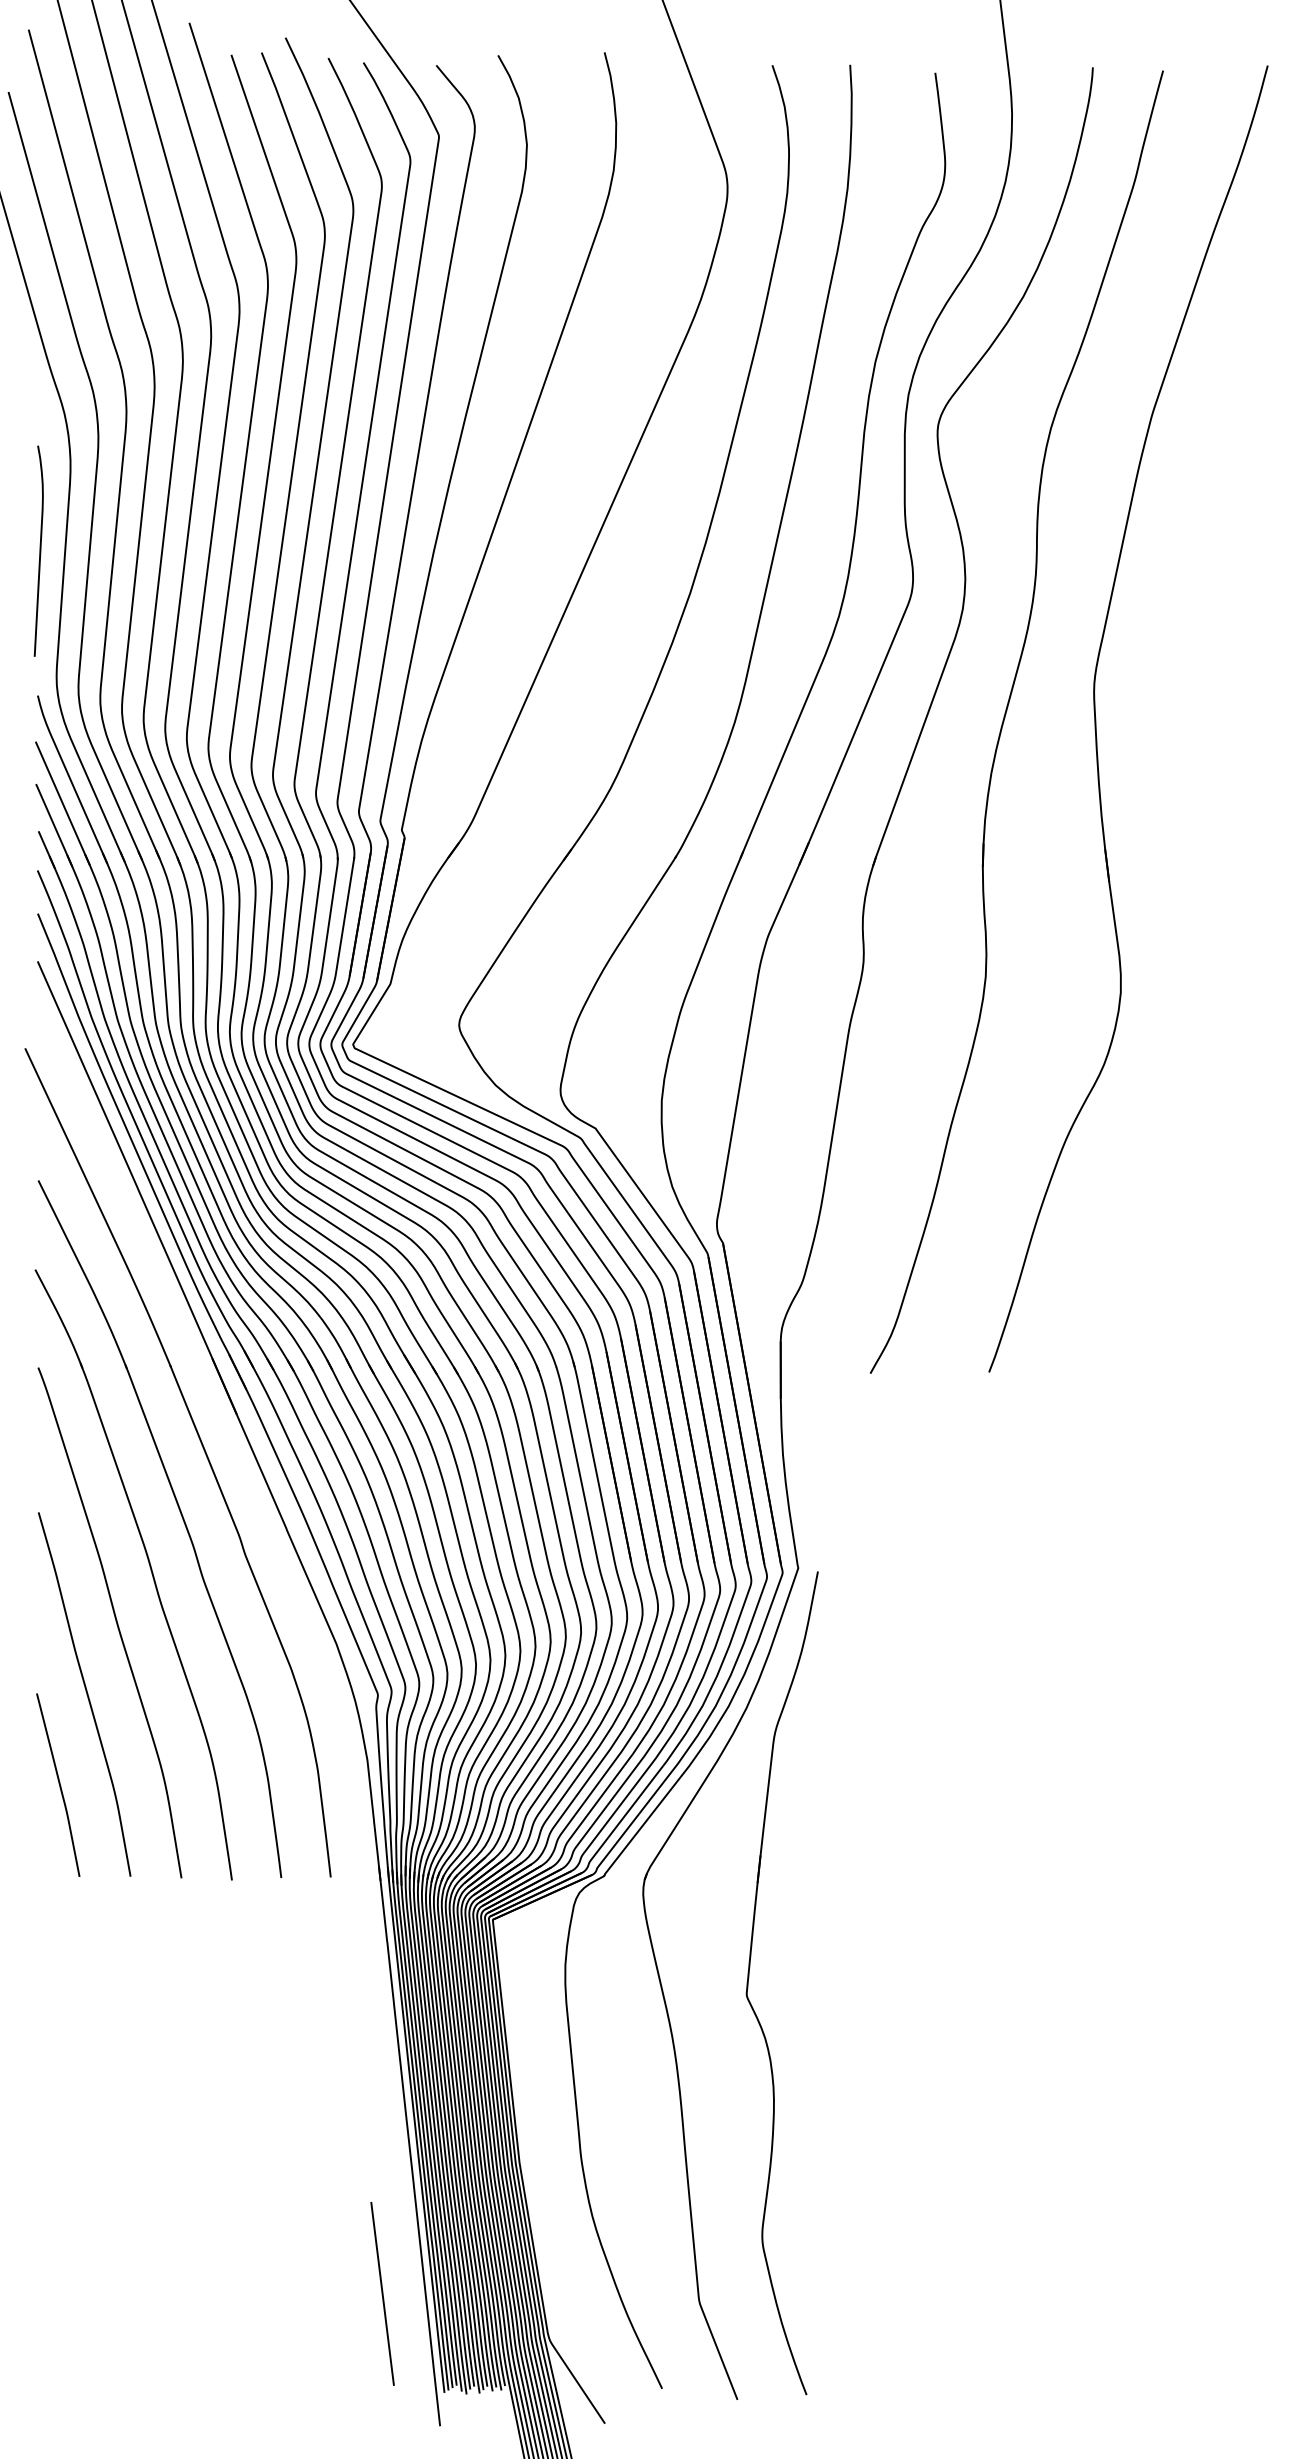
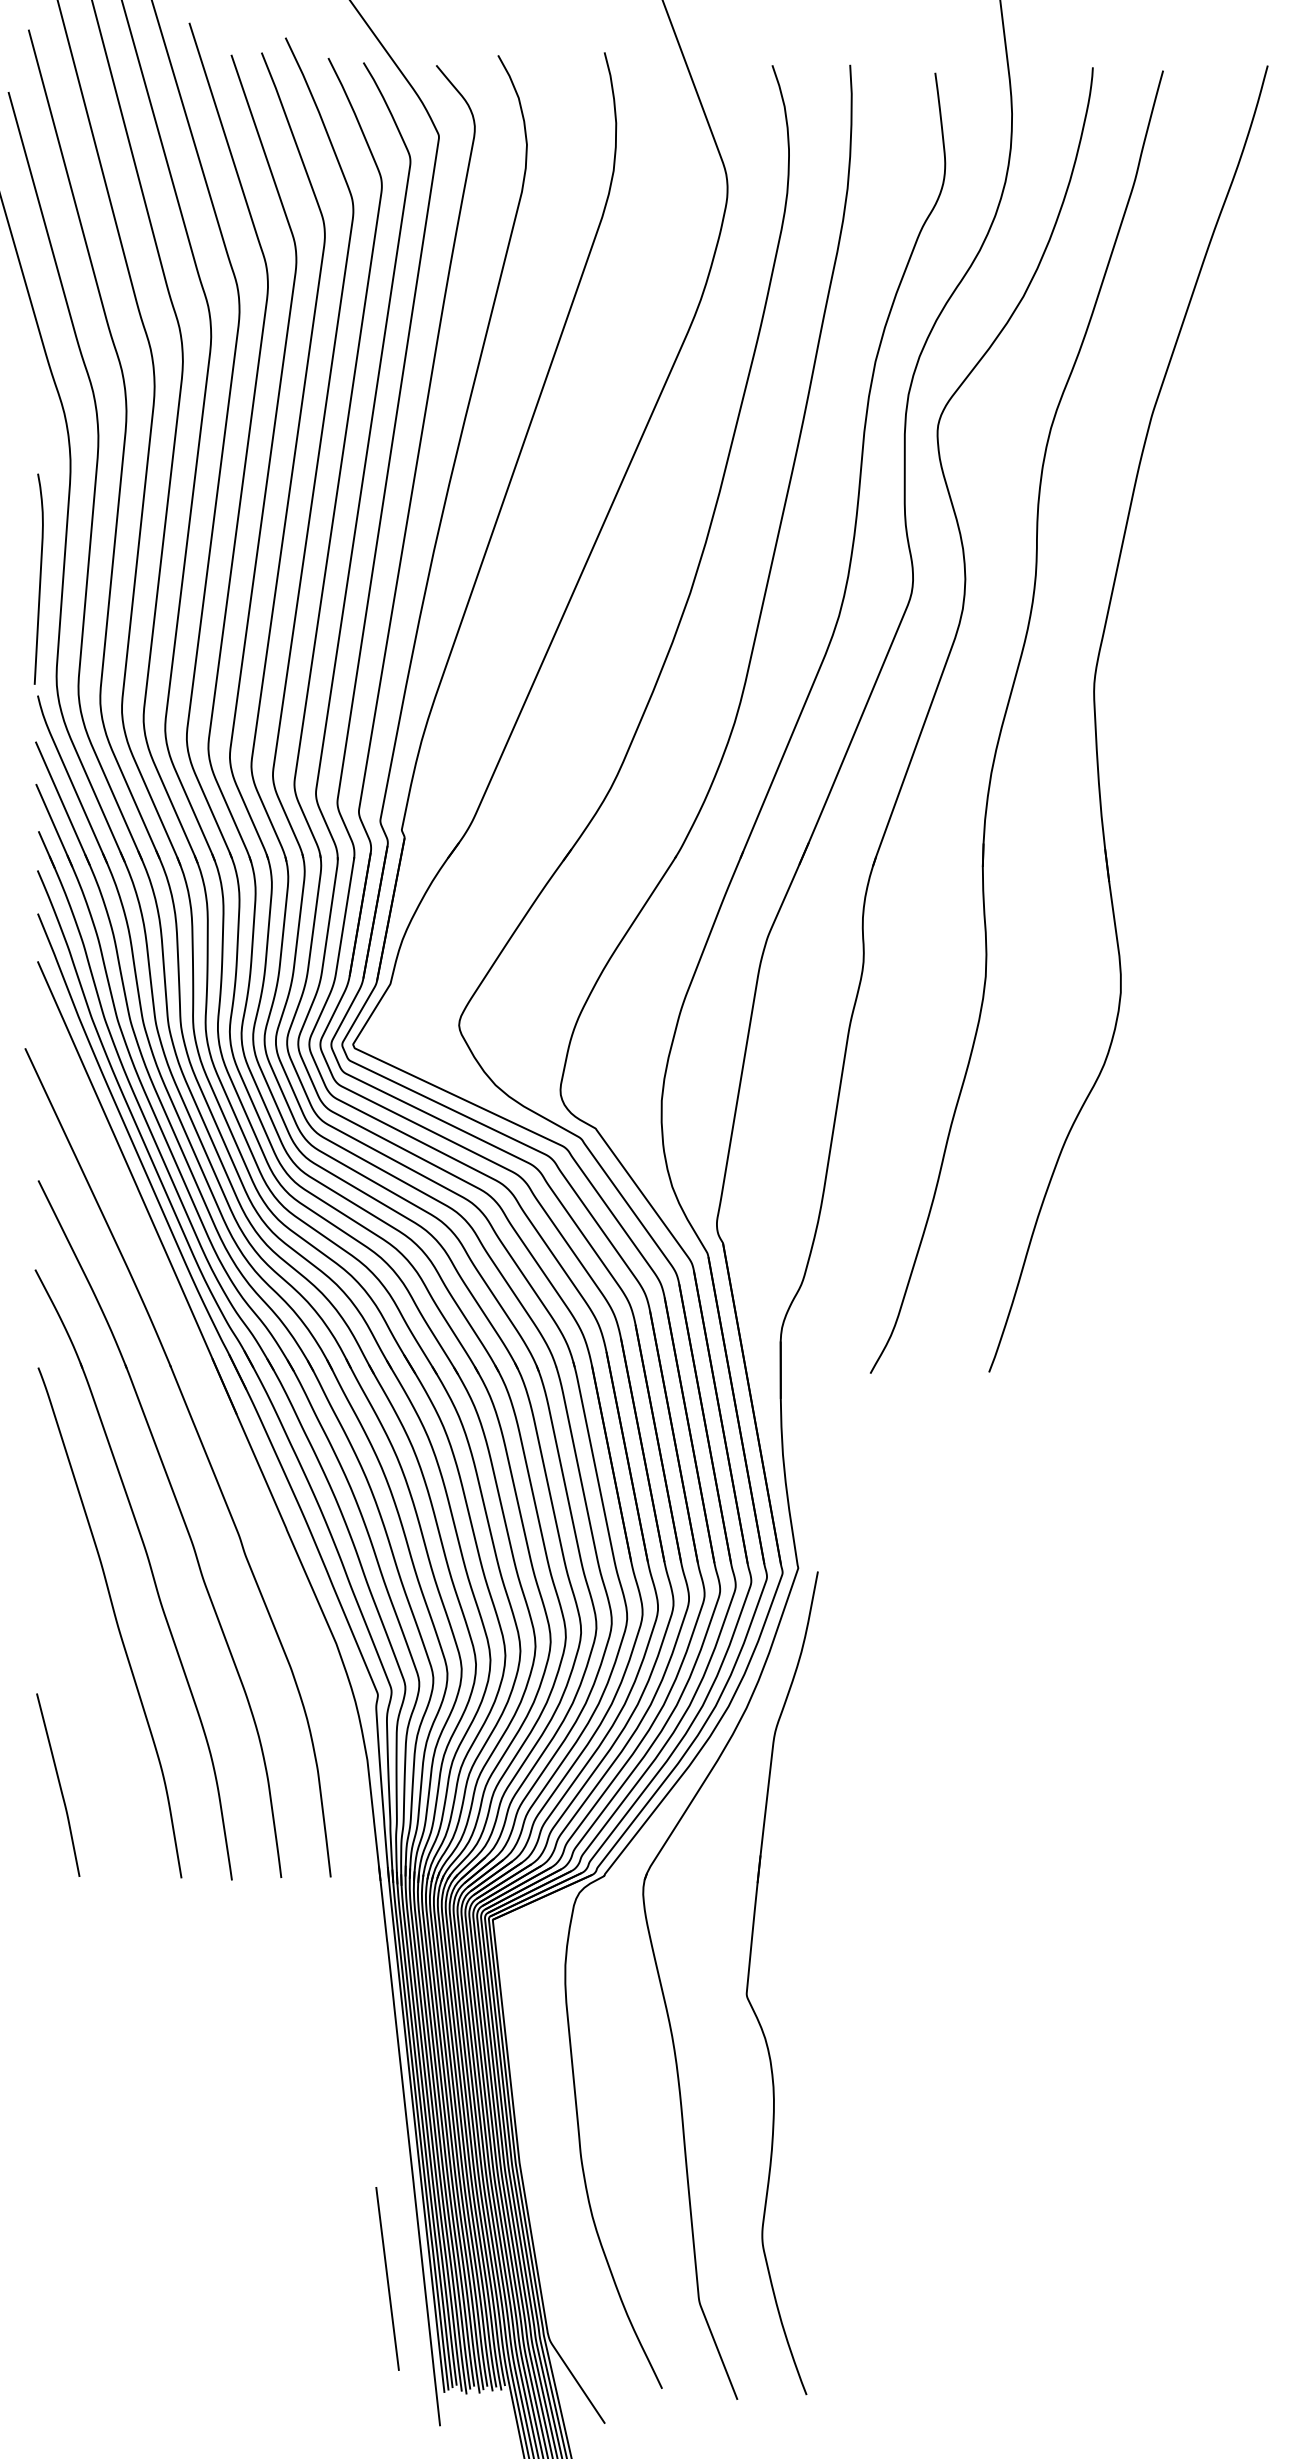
curve at (39, 550) position: (39, 550) -> (39, 578)
curve at (86, 1694): present -> none
line at (382, 2293) position: (382, 2293) -> (387, 2278)
